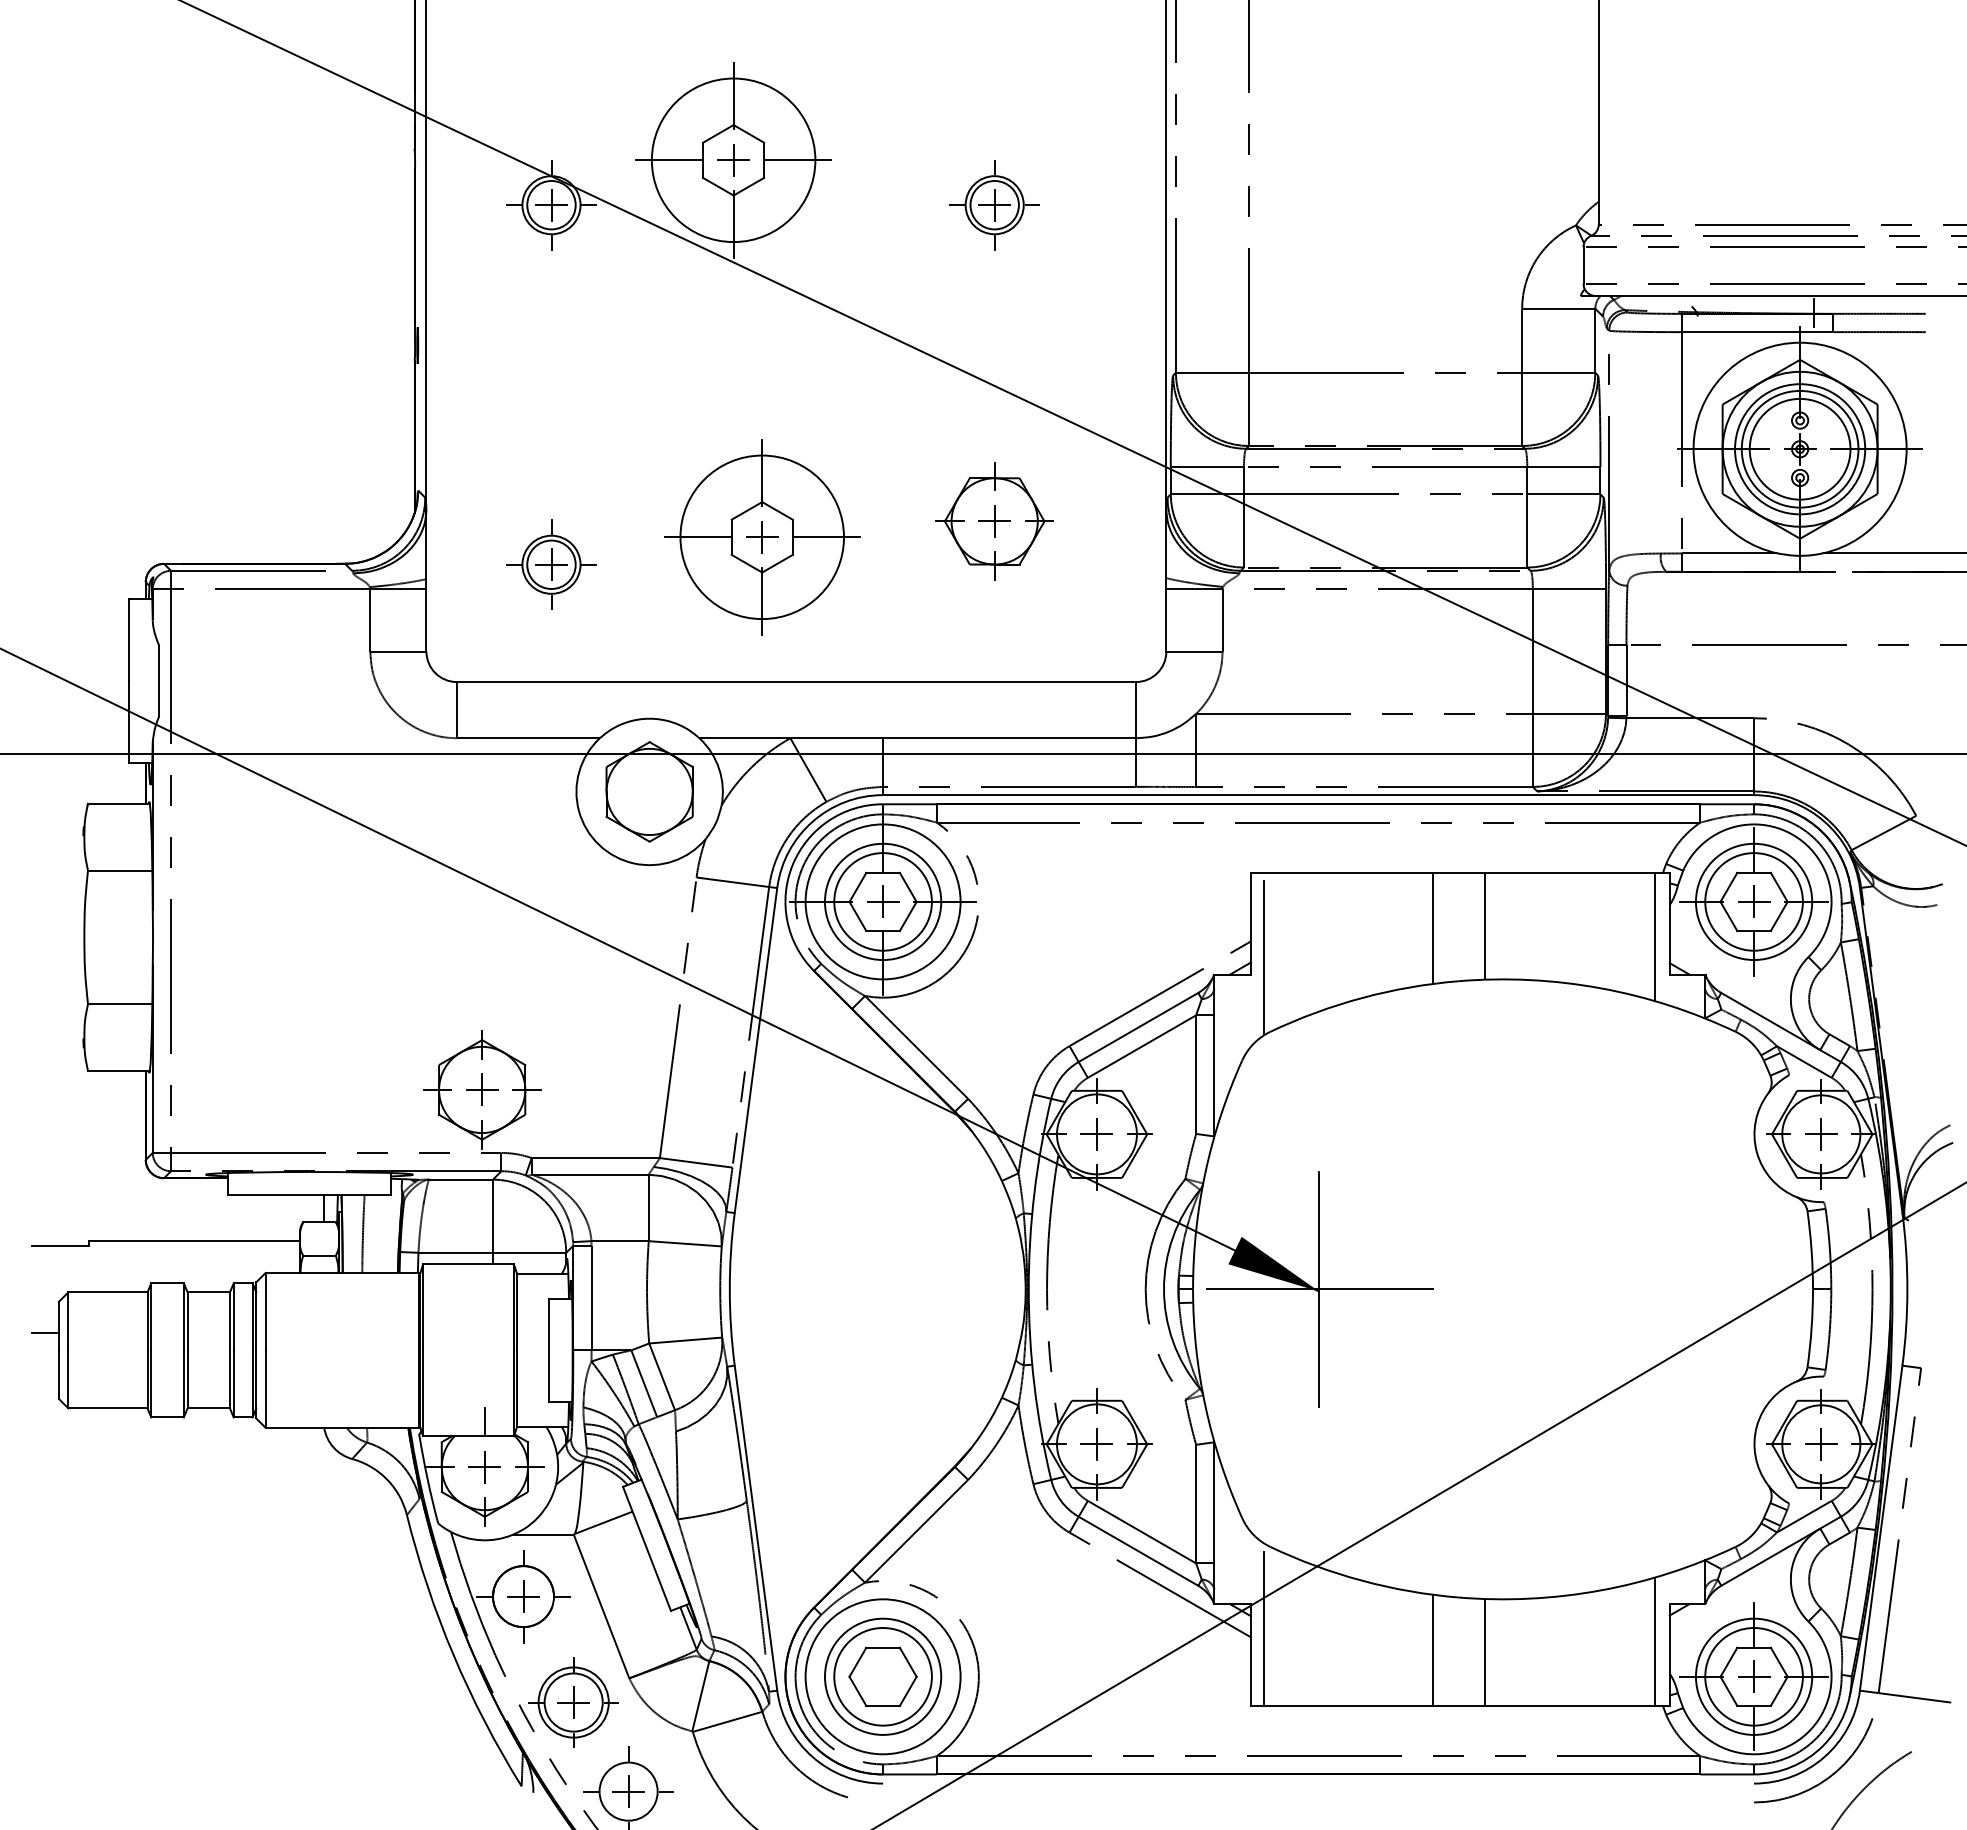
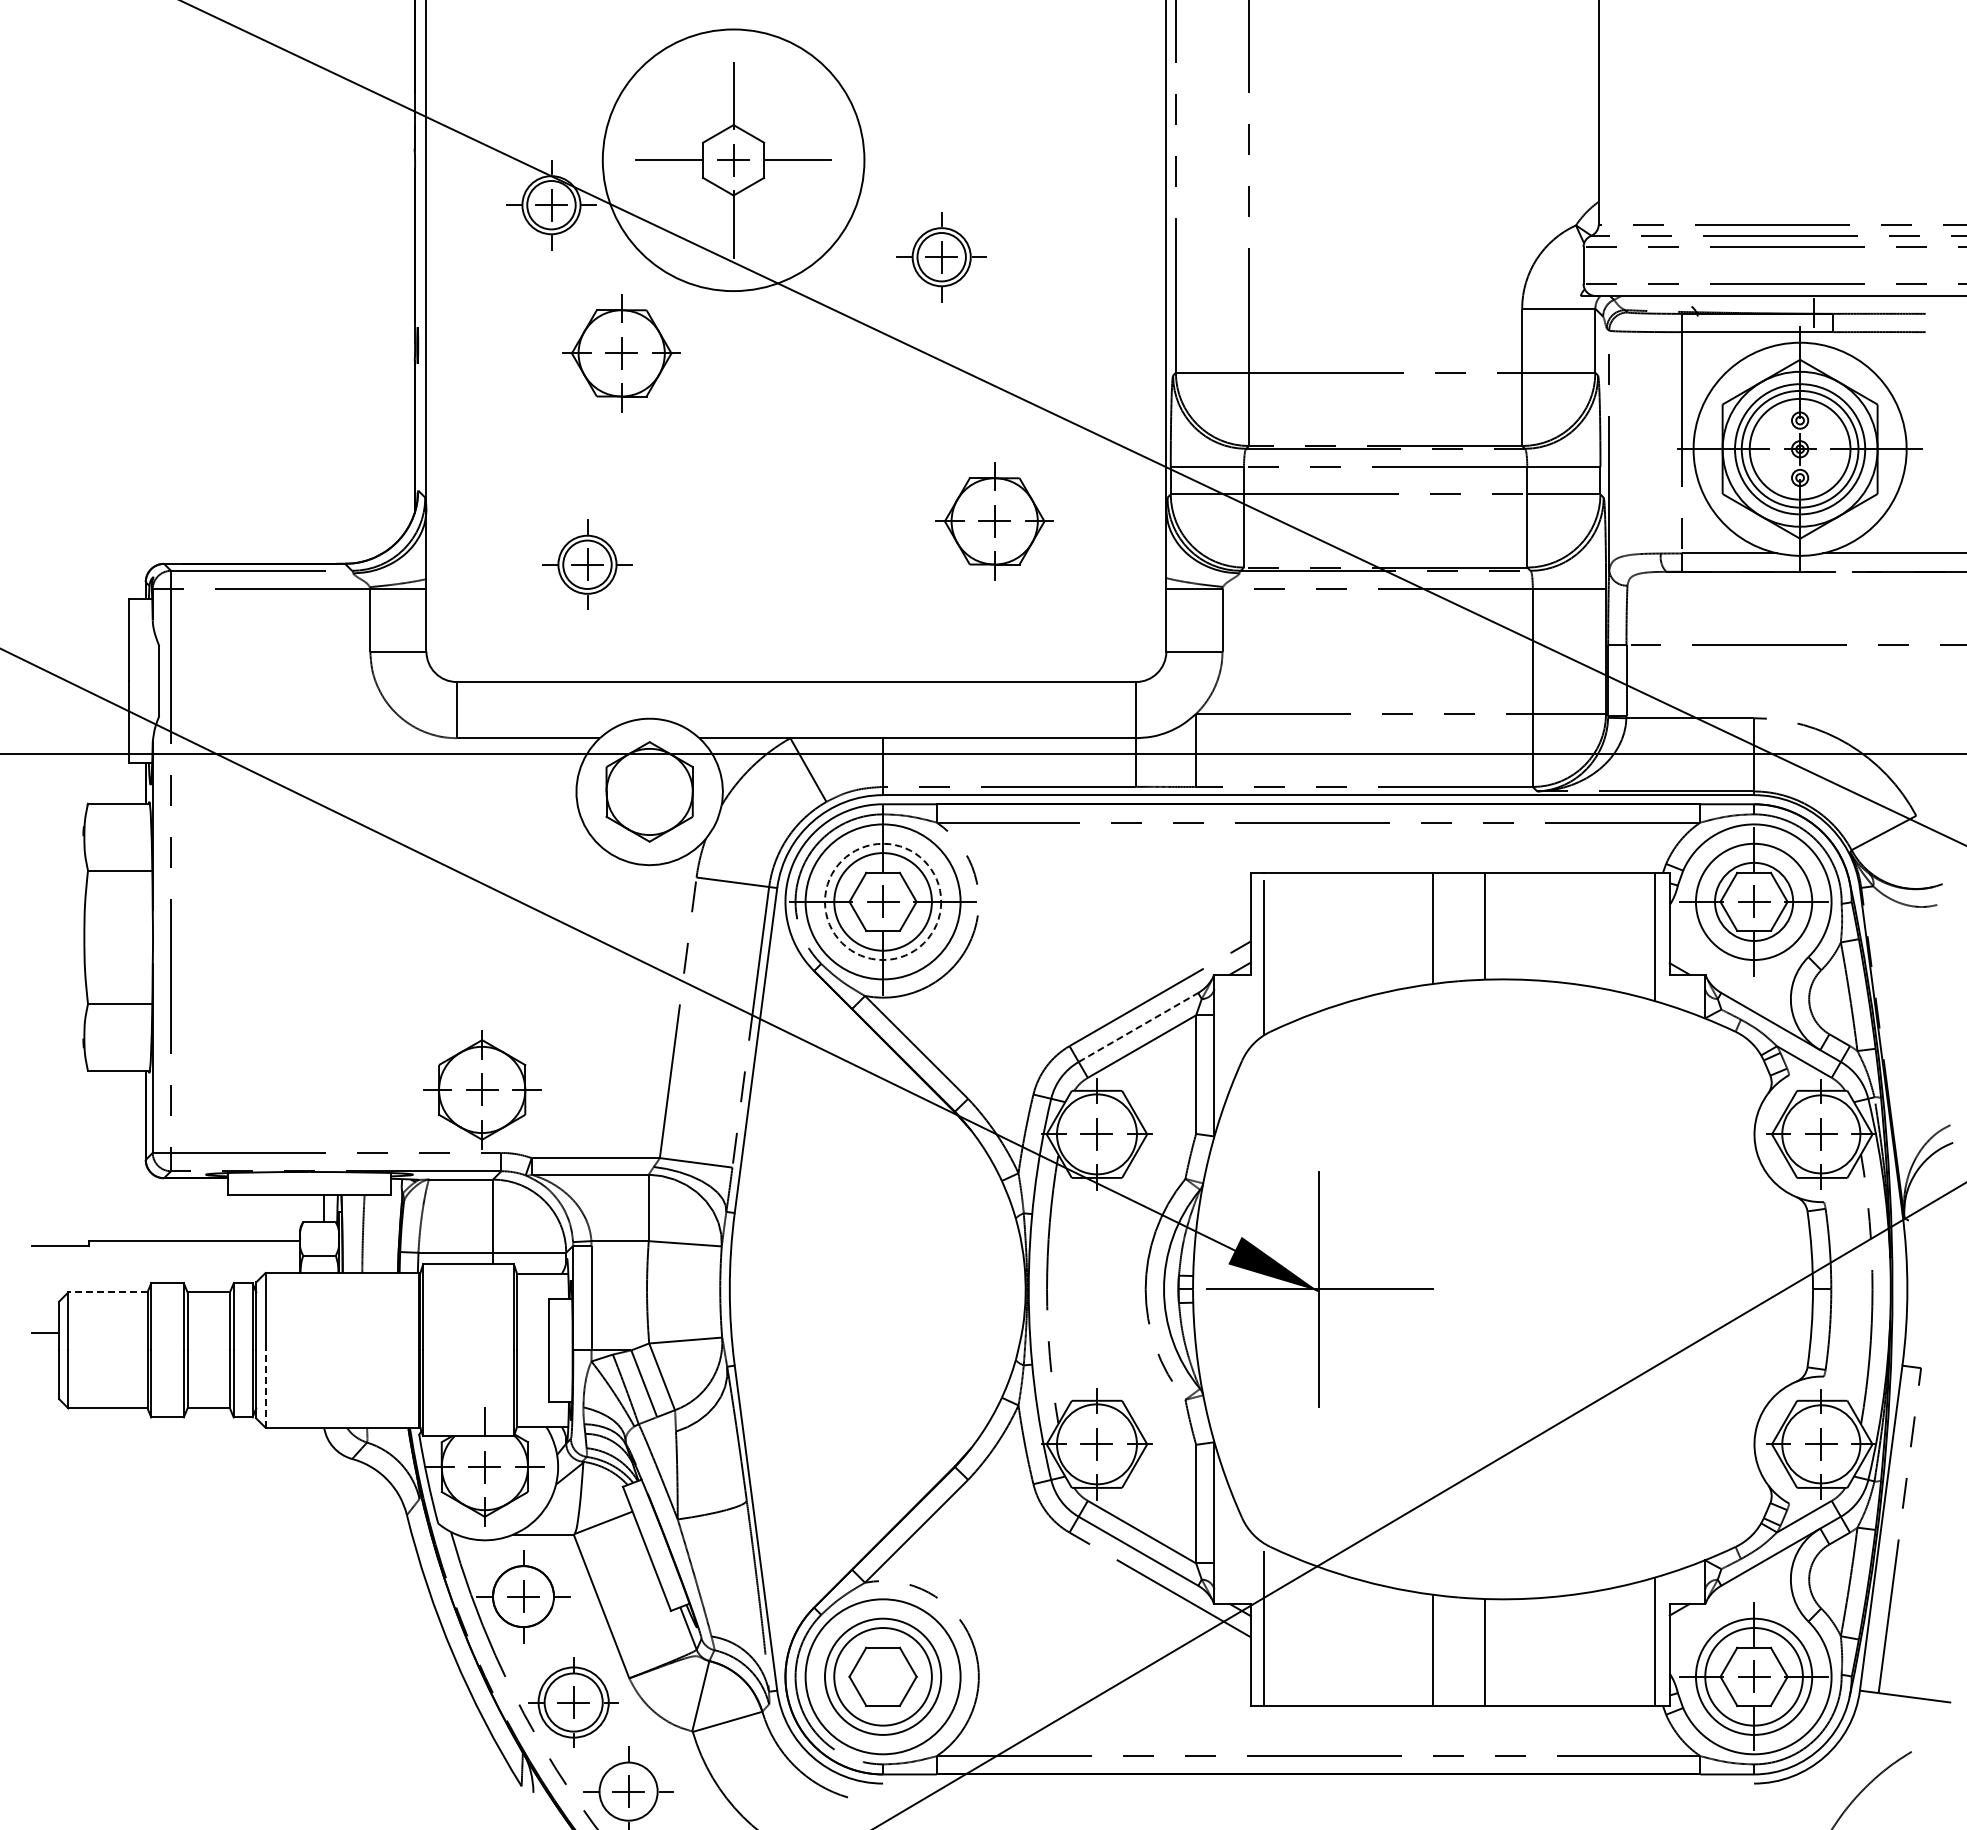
circle at (733, 160) diameter: 164 px -> 262 px
part at (994, 205) position: (994, 205) -> (941, 257)
part at (621, 353): none -> present
part at (762, 537): present -> none
part at (551, 564) position: (551, 564) -> (587, 564)
circle at (882, 901): solid -> dashed
circle at (1753, 901) diameter: 98 px -> 78 px
line at (1138, 1027): solid -> dashed
line at (107, 1292): solid -> dashed
line at (265, 1389): solid -> dashed
arc at (1825, 1778): present -> none
